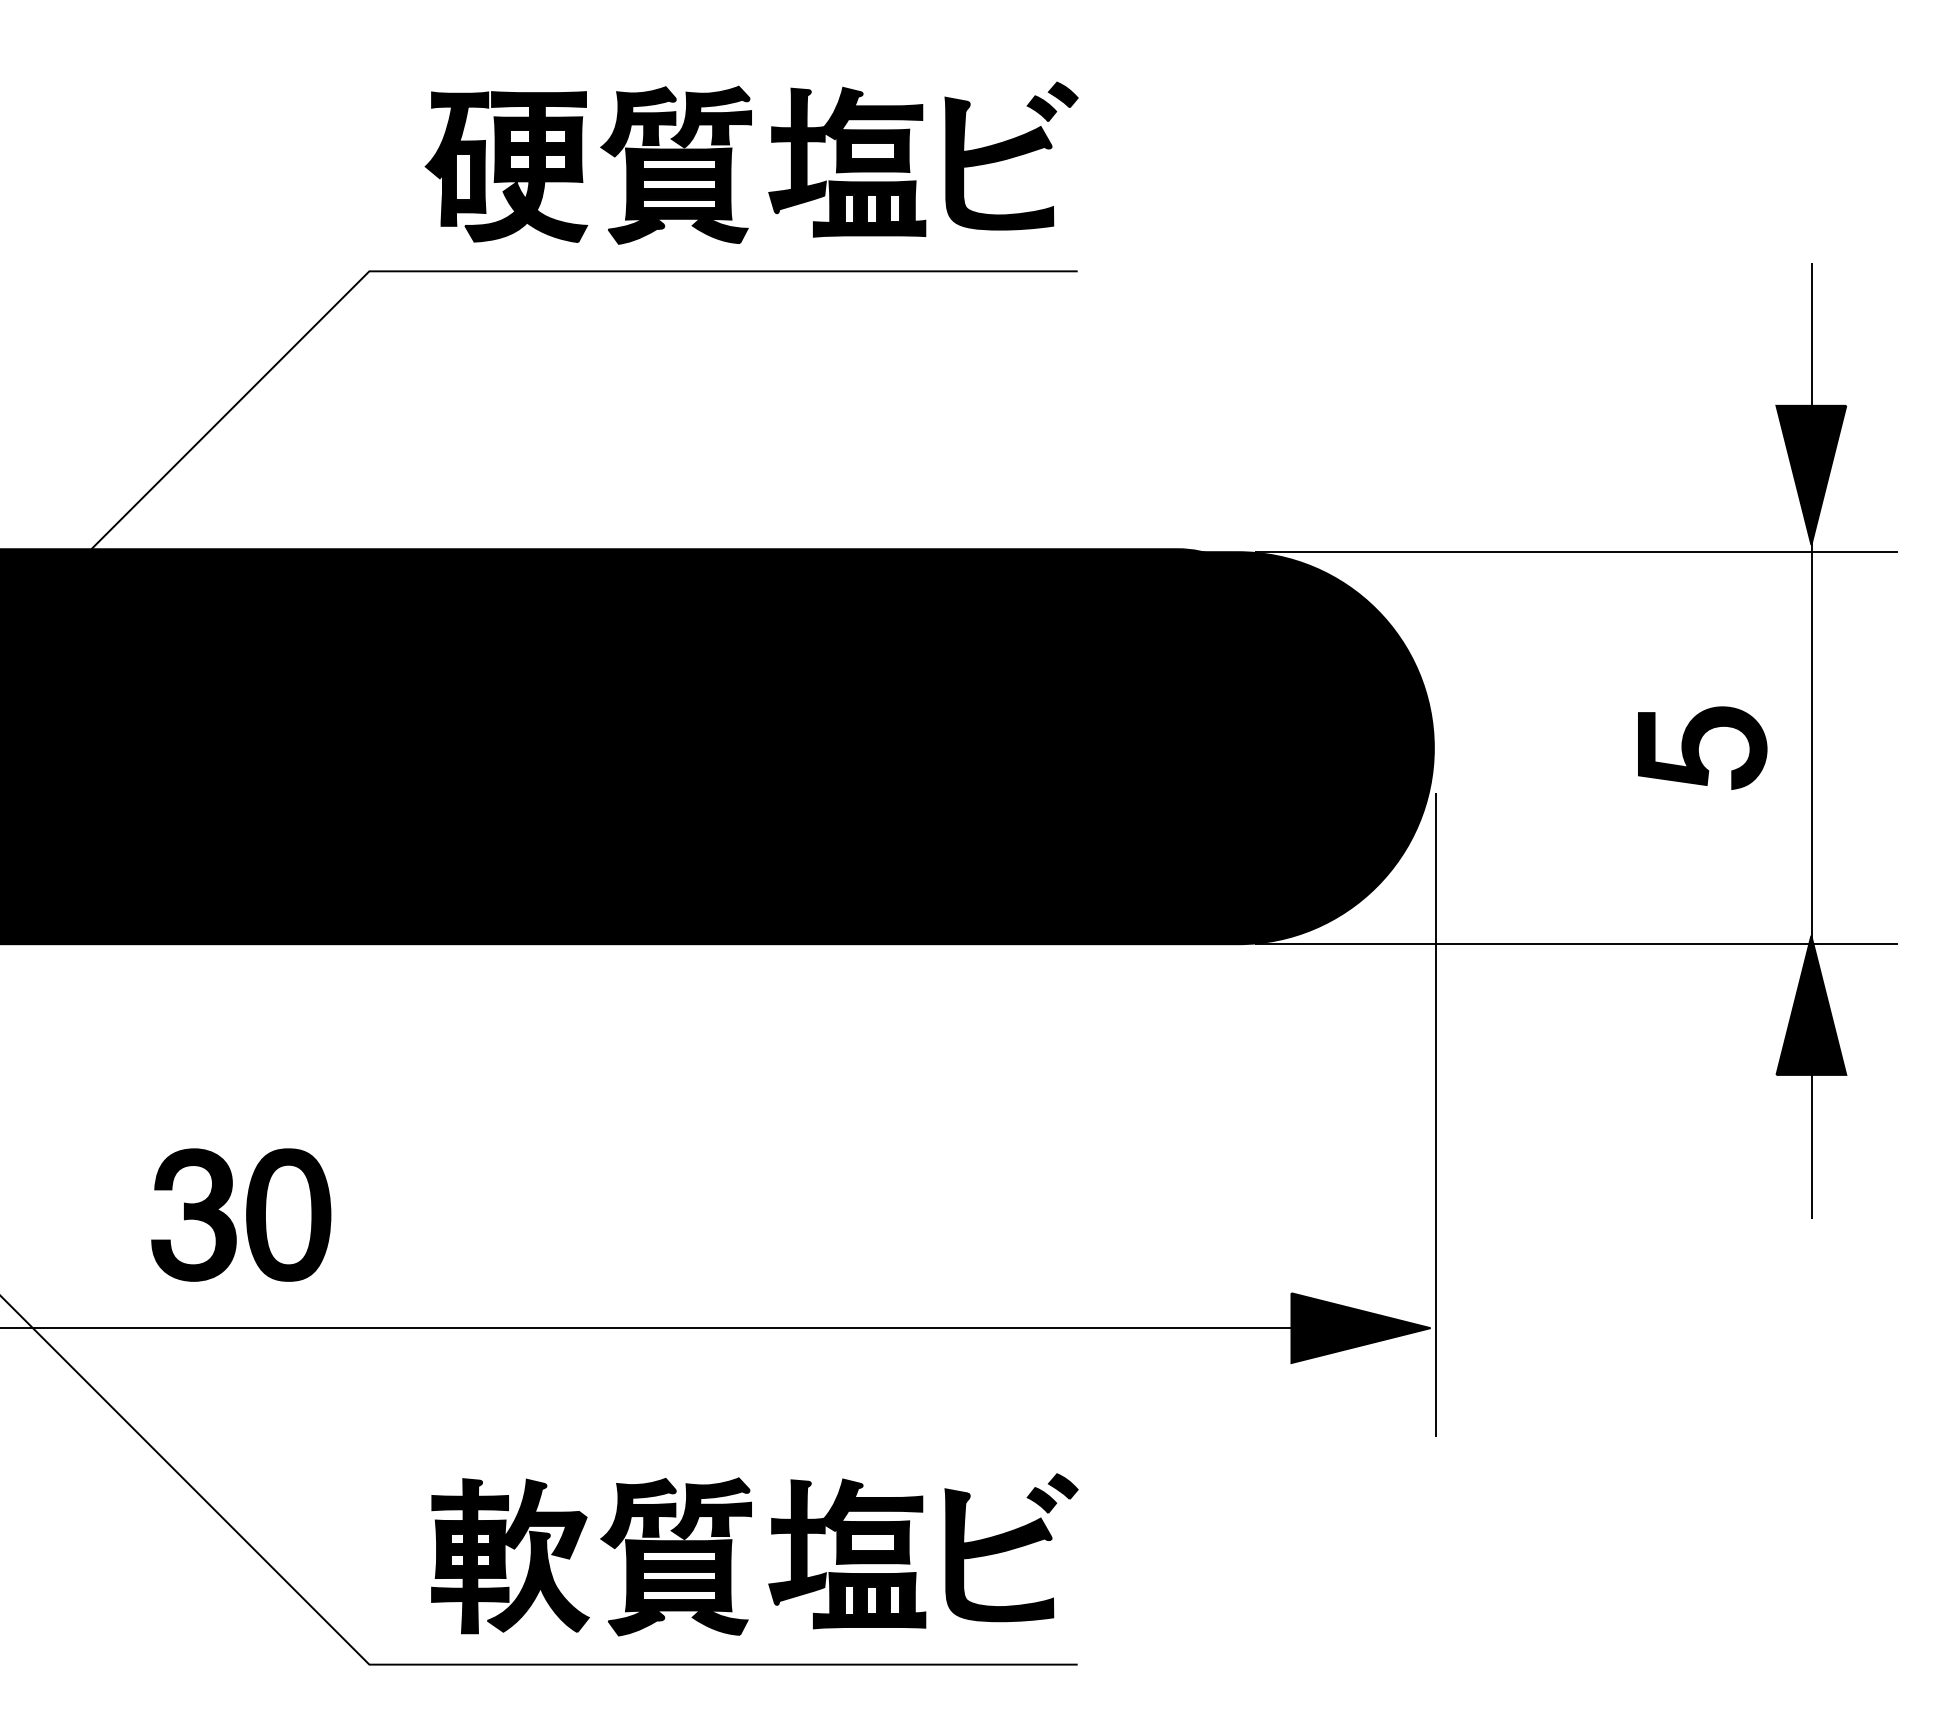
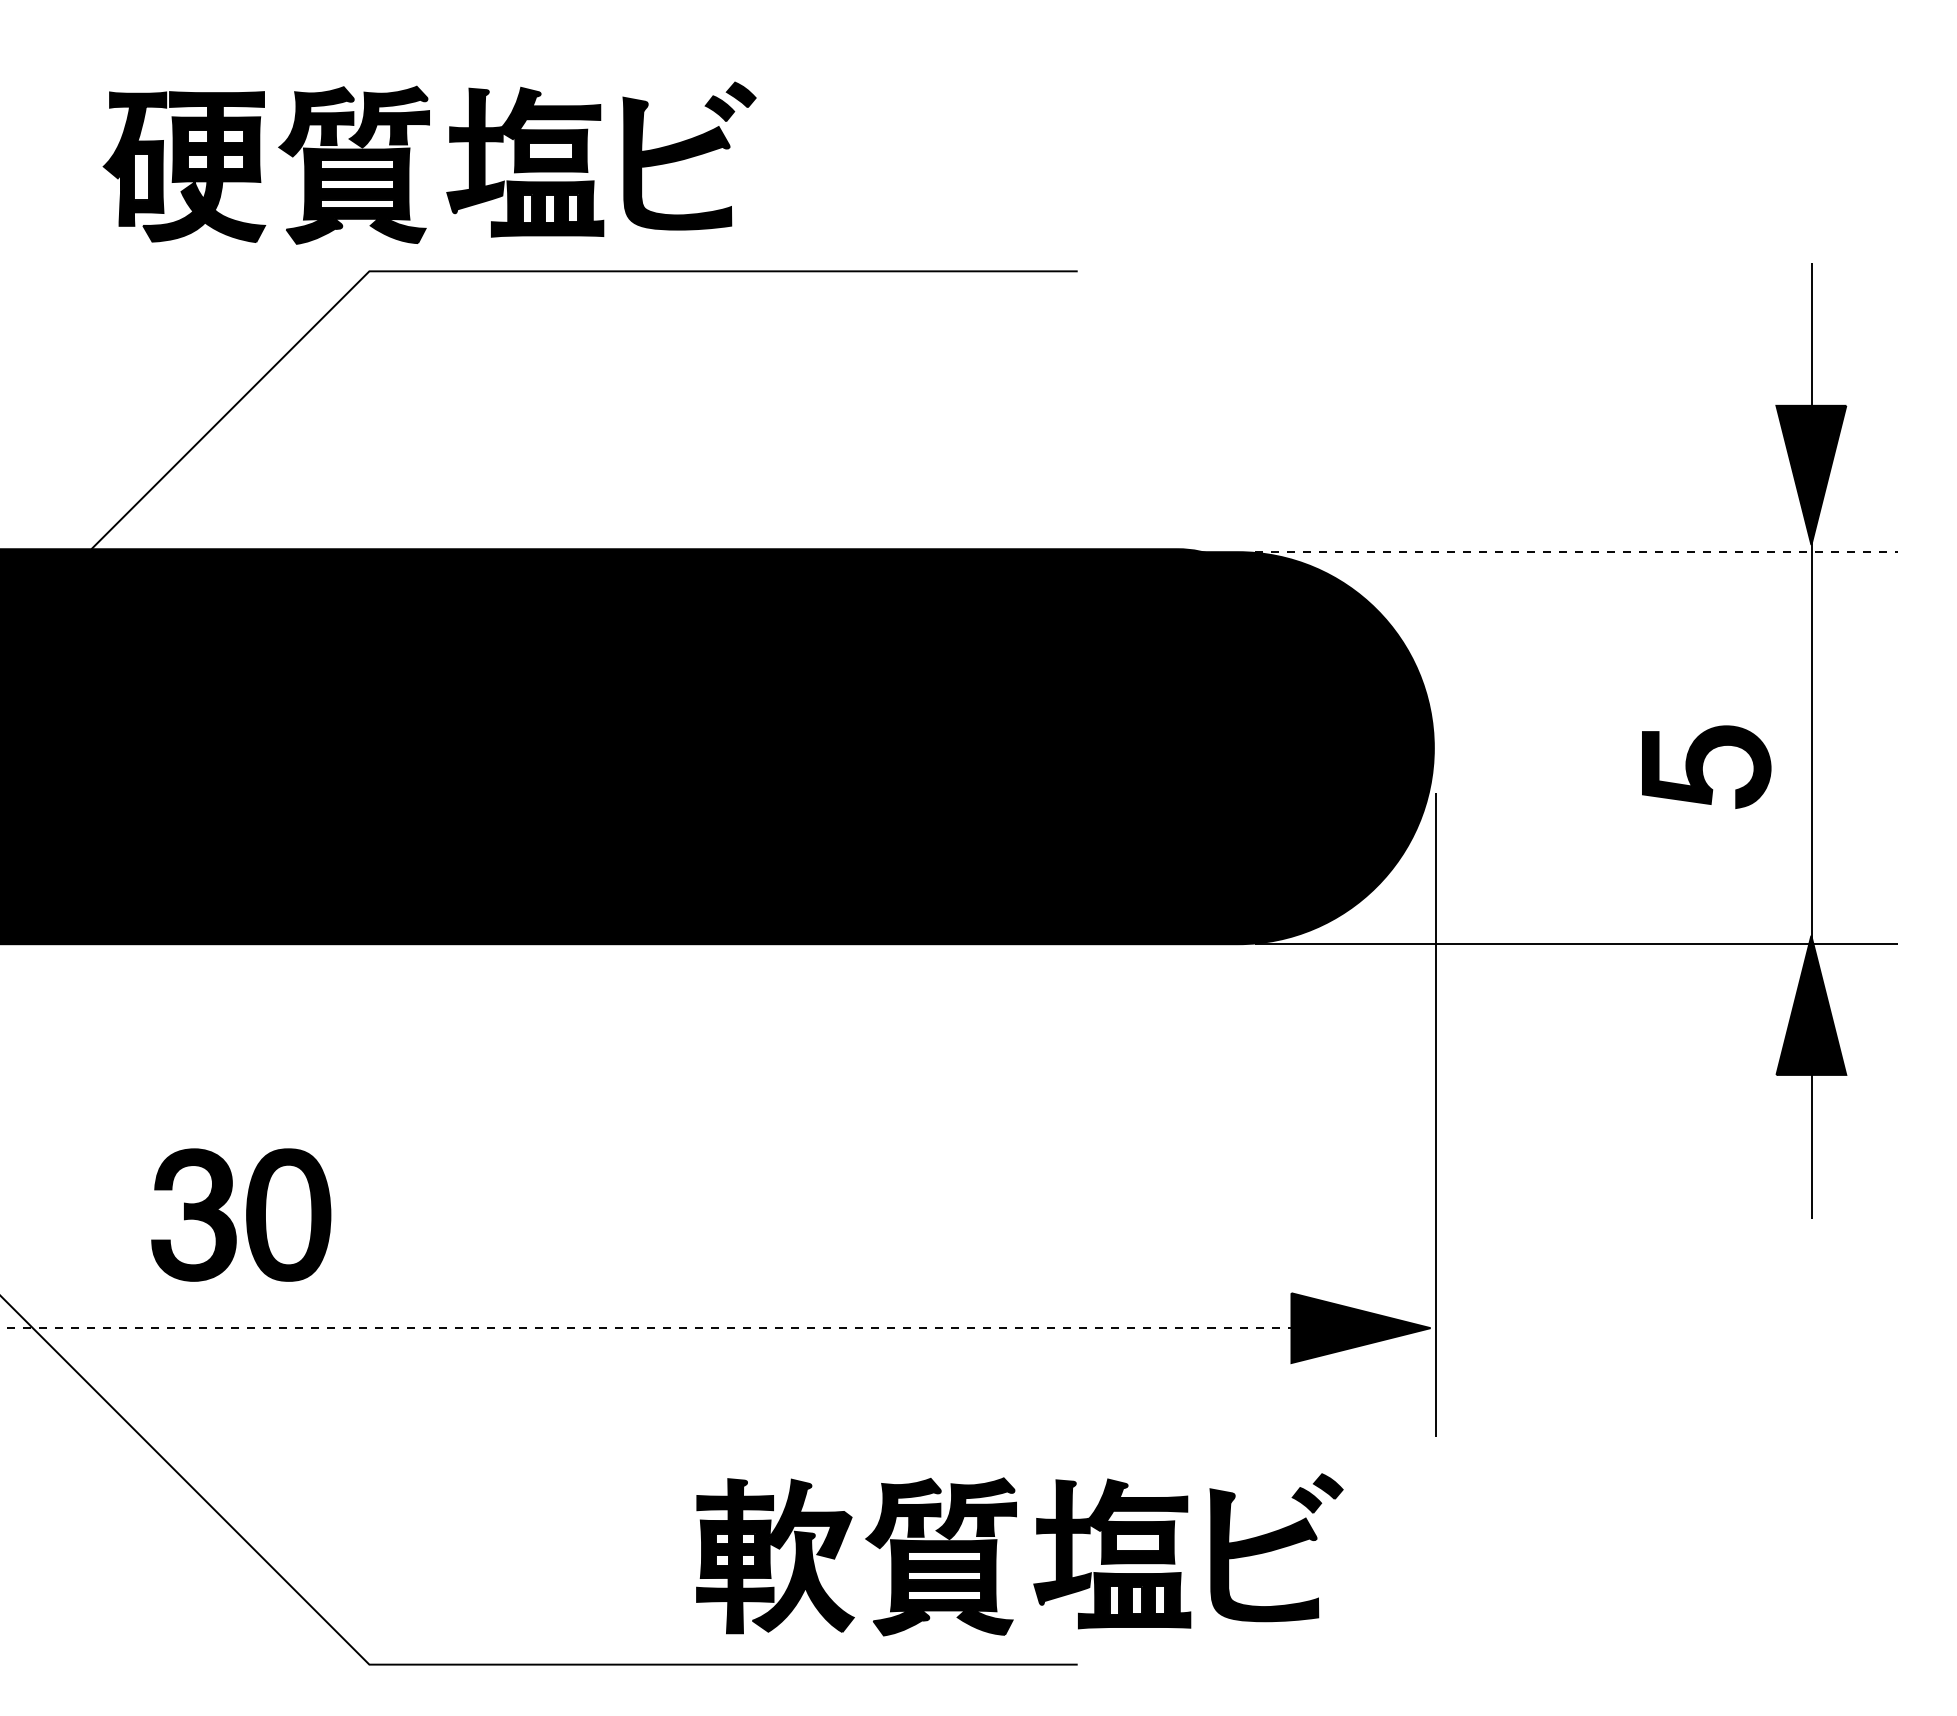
part at (731, 162) position: (731, 162) -> (409, 162)
line at (1576, 551): solid -> dashed
part at (1702, 747) position: (1702, 747) -> (1706, 766)
line at (711, 1327): solid -> dashed
part at (731, 1554) position: (731, 1554) -> (996, 1554)
